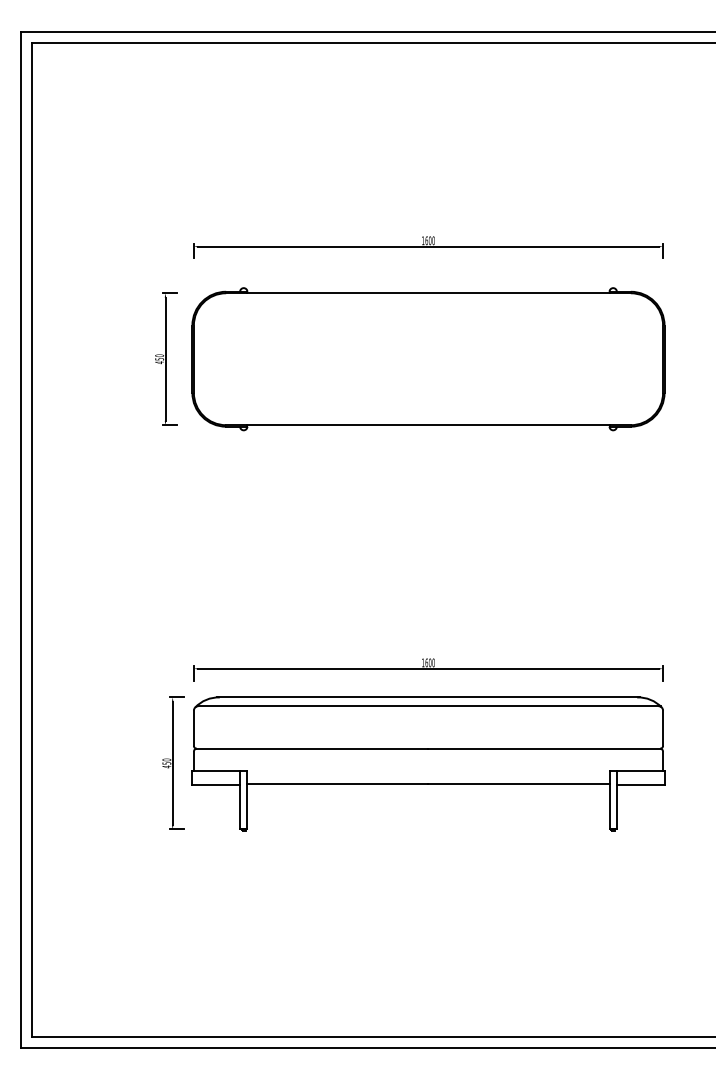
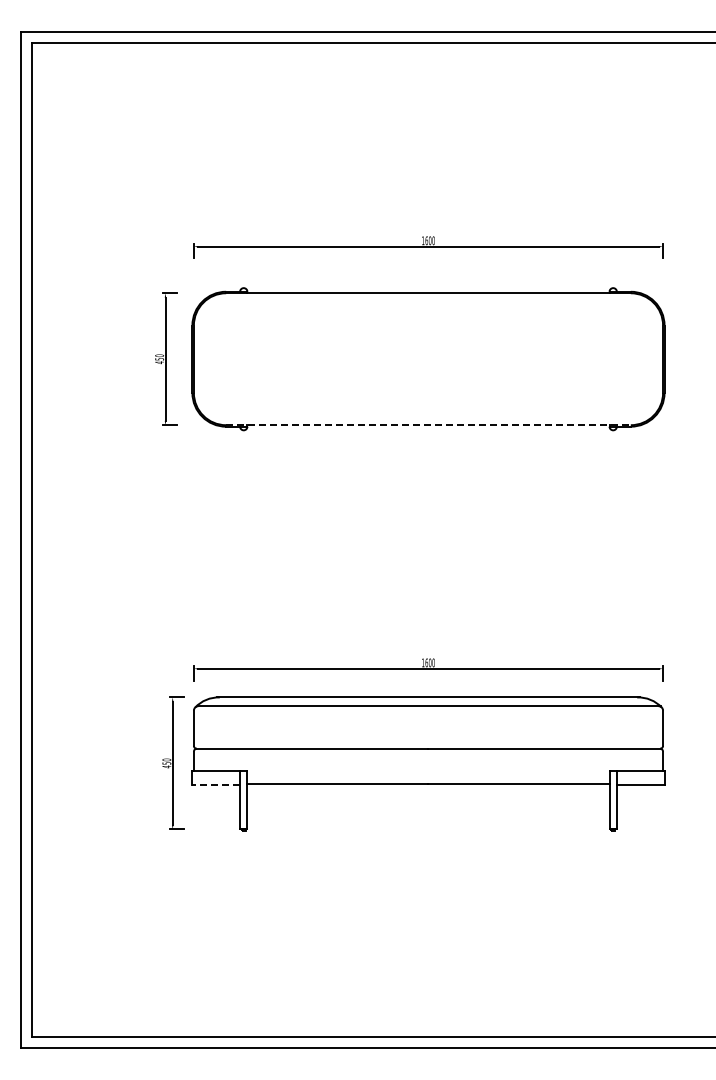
line at (428, 425): solid -> dashed
line at (216, 785): solid -> dashed
